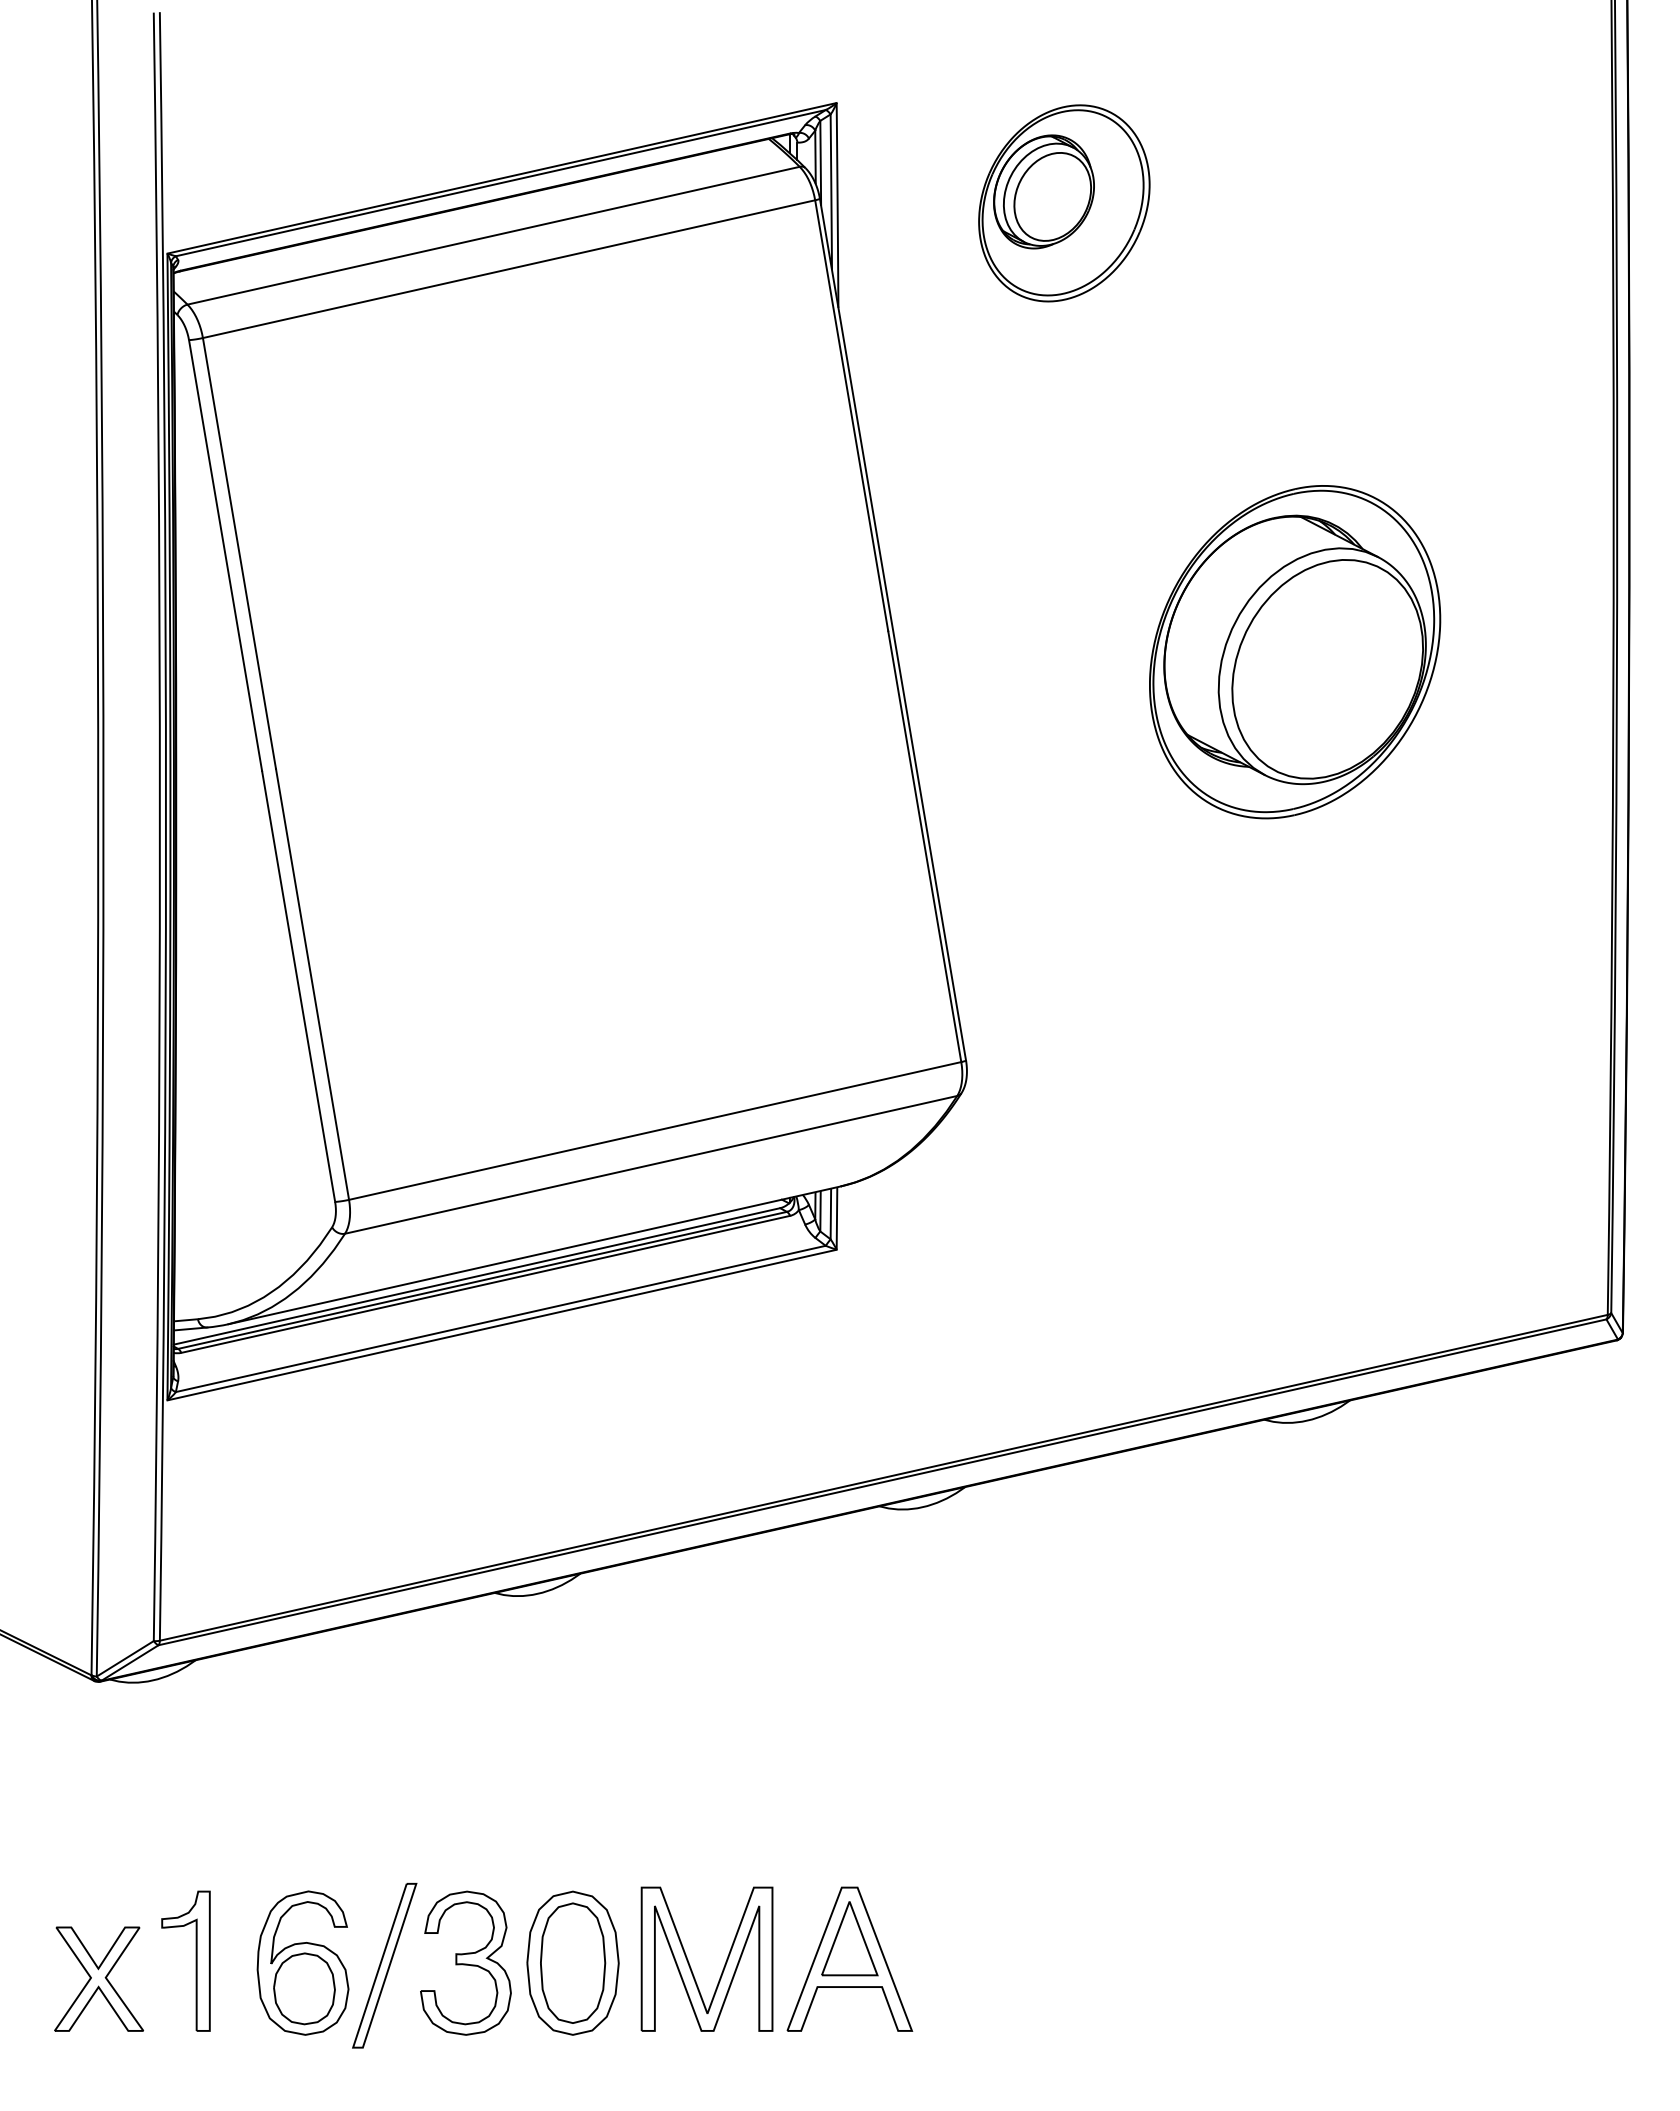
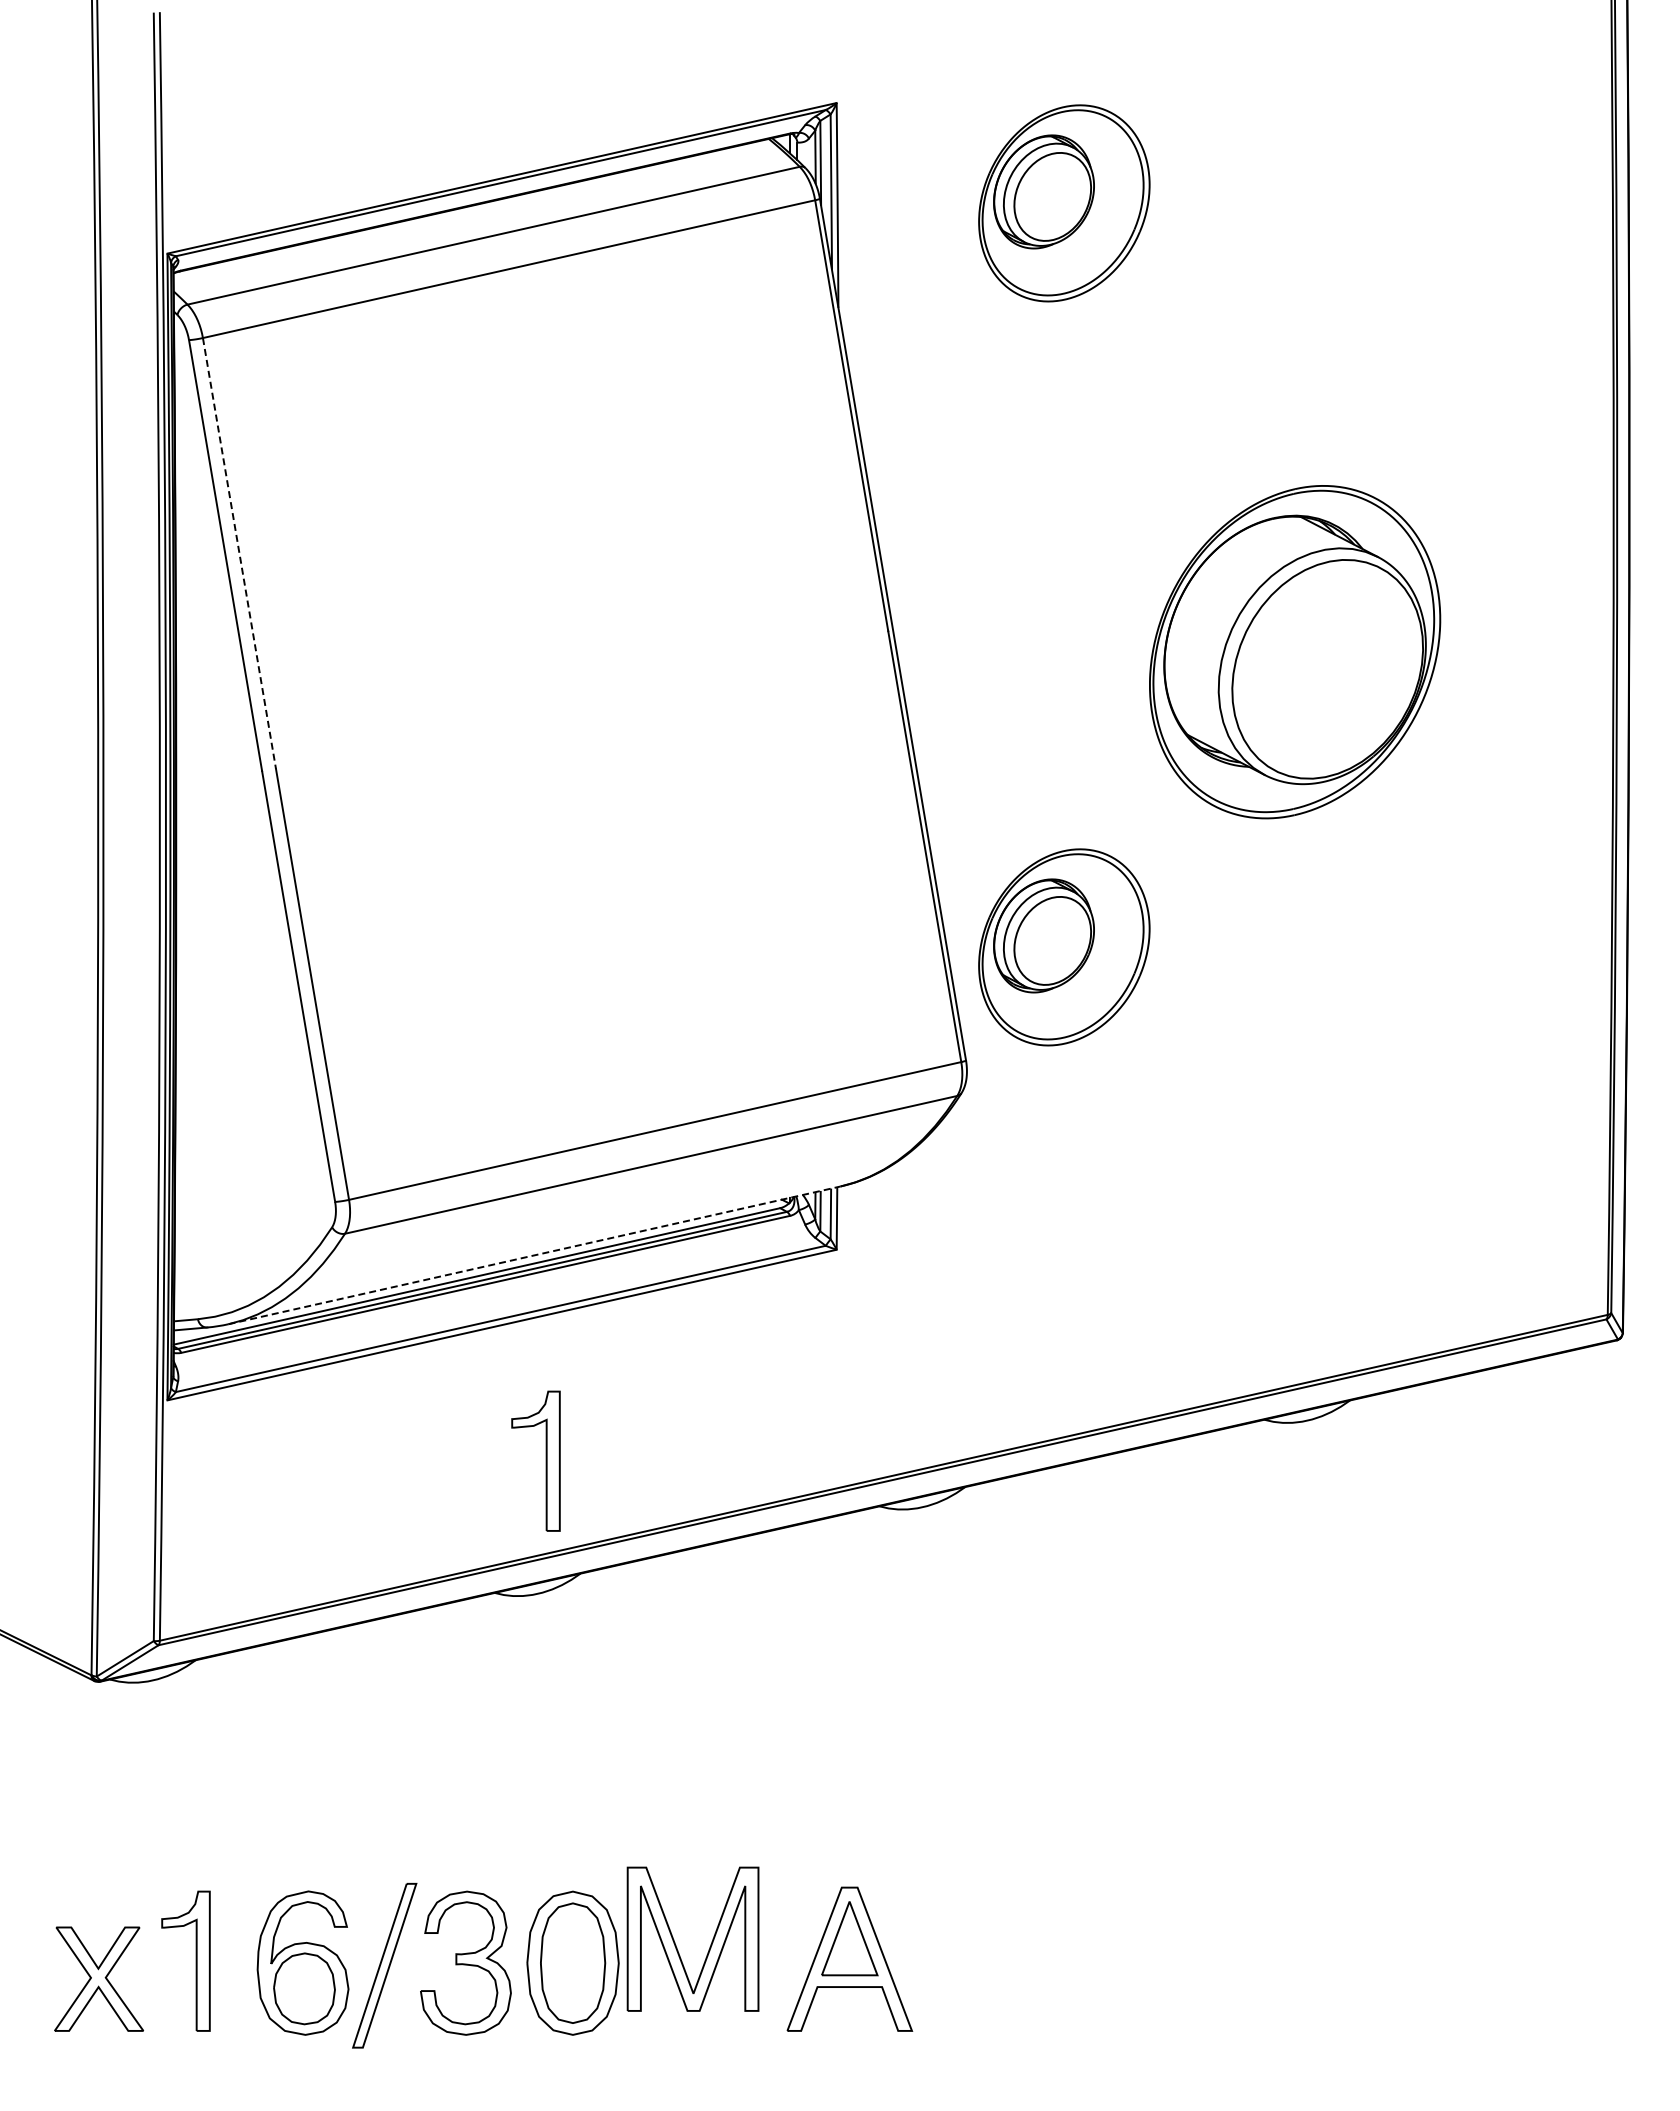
line at (239, 553): solid -> dashed
part at (1064, 947): none -> present
line at (534, 1255): solid -> dashed
part at (545, 1460): none -> present
part at (689, 1962) position: (689, 1962) -> (675, 1942)
